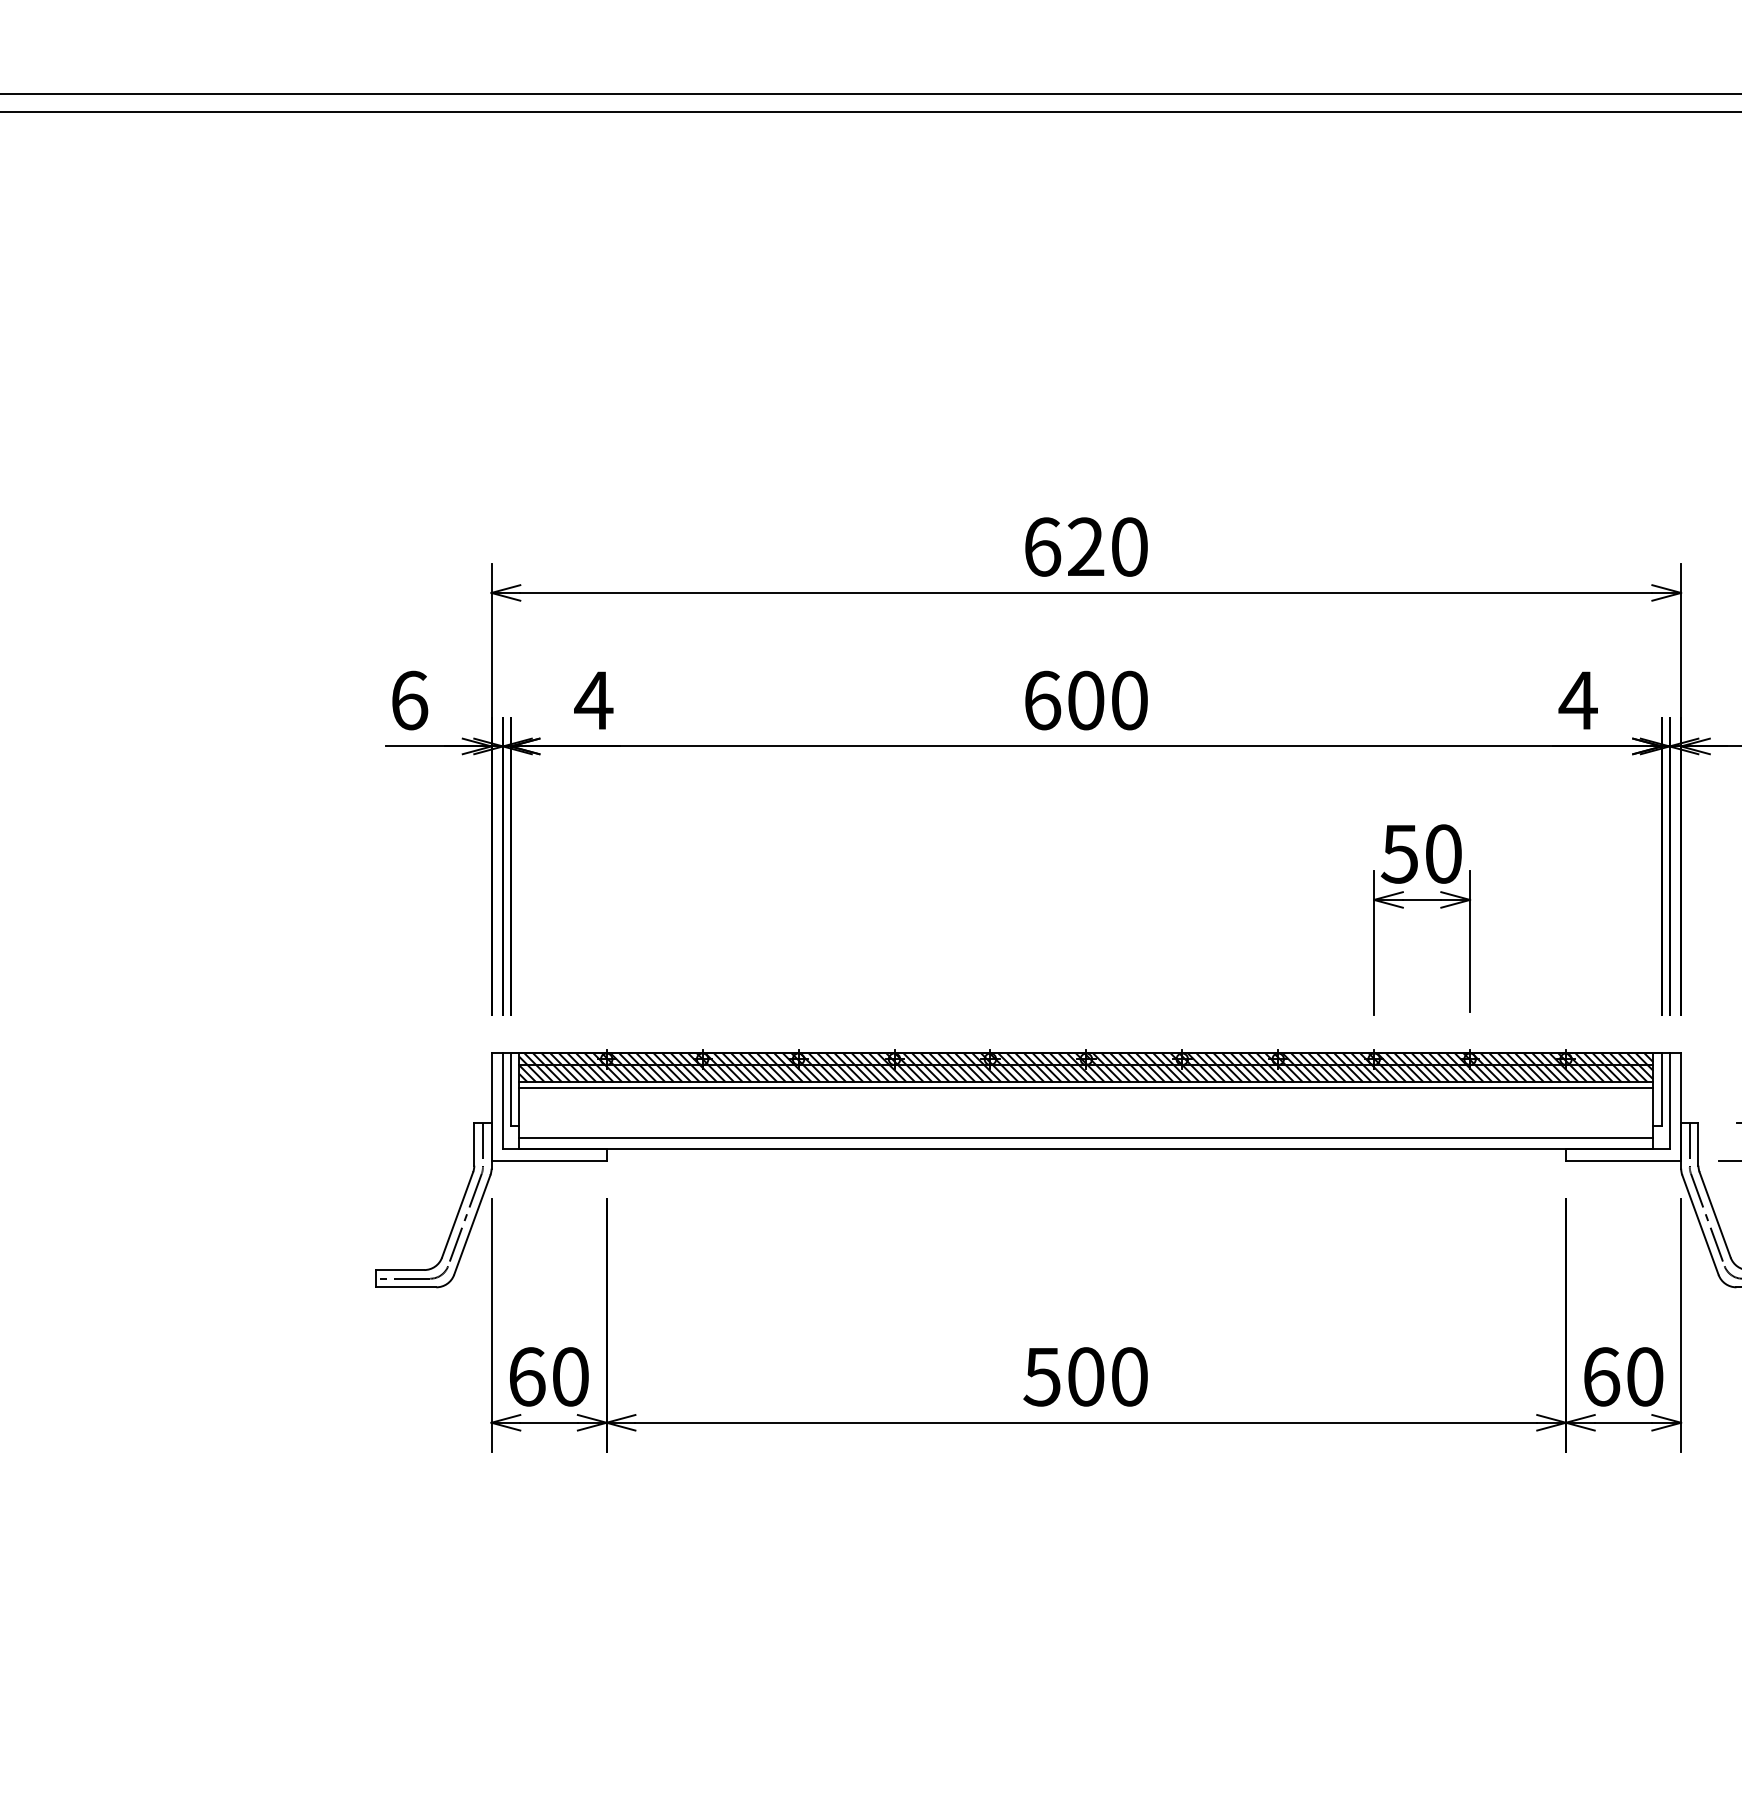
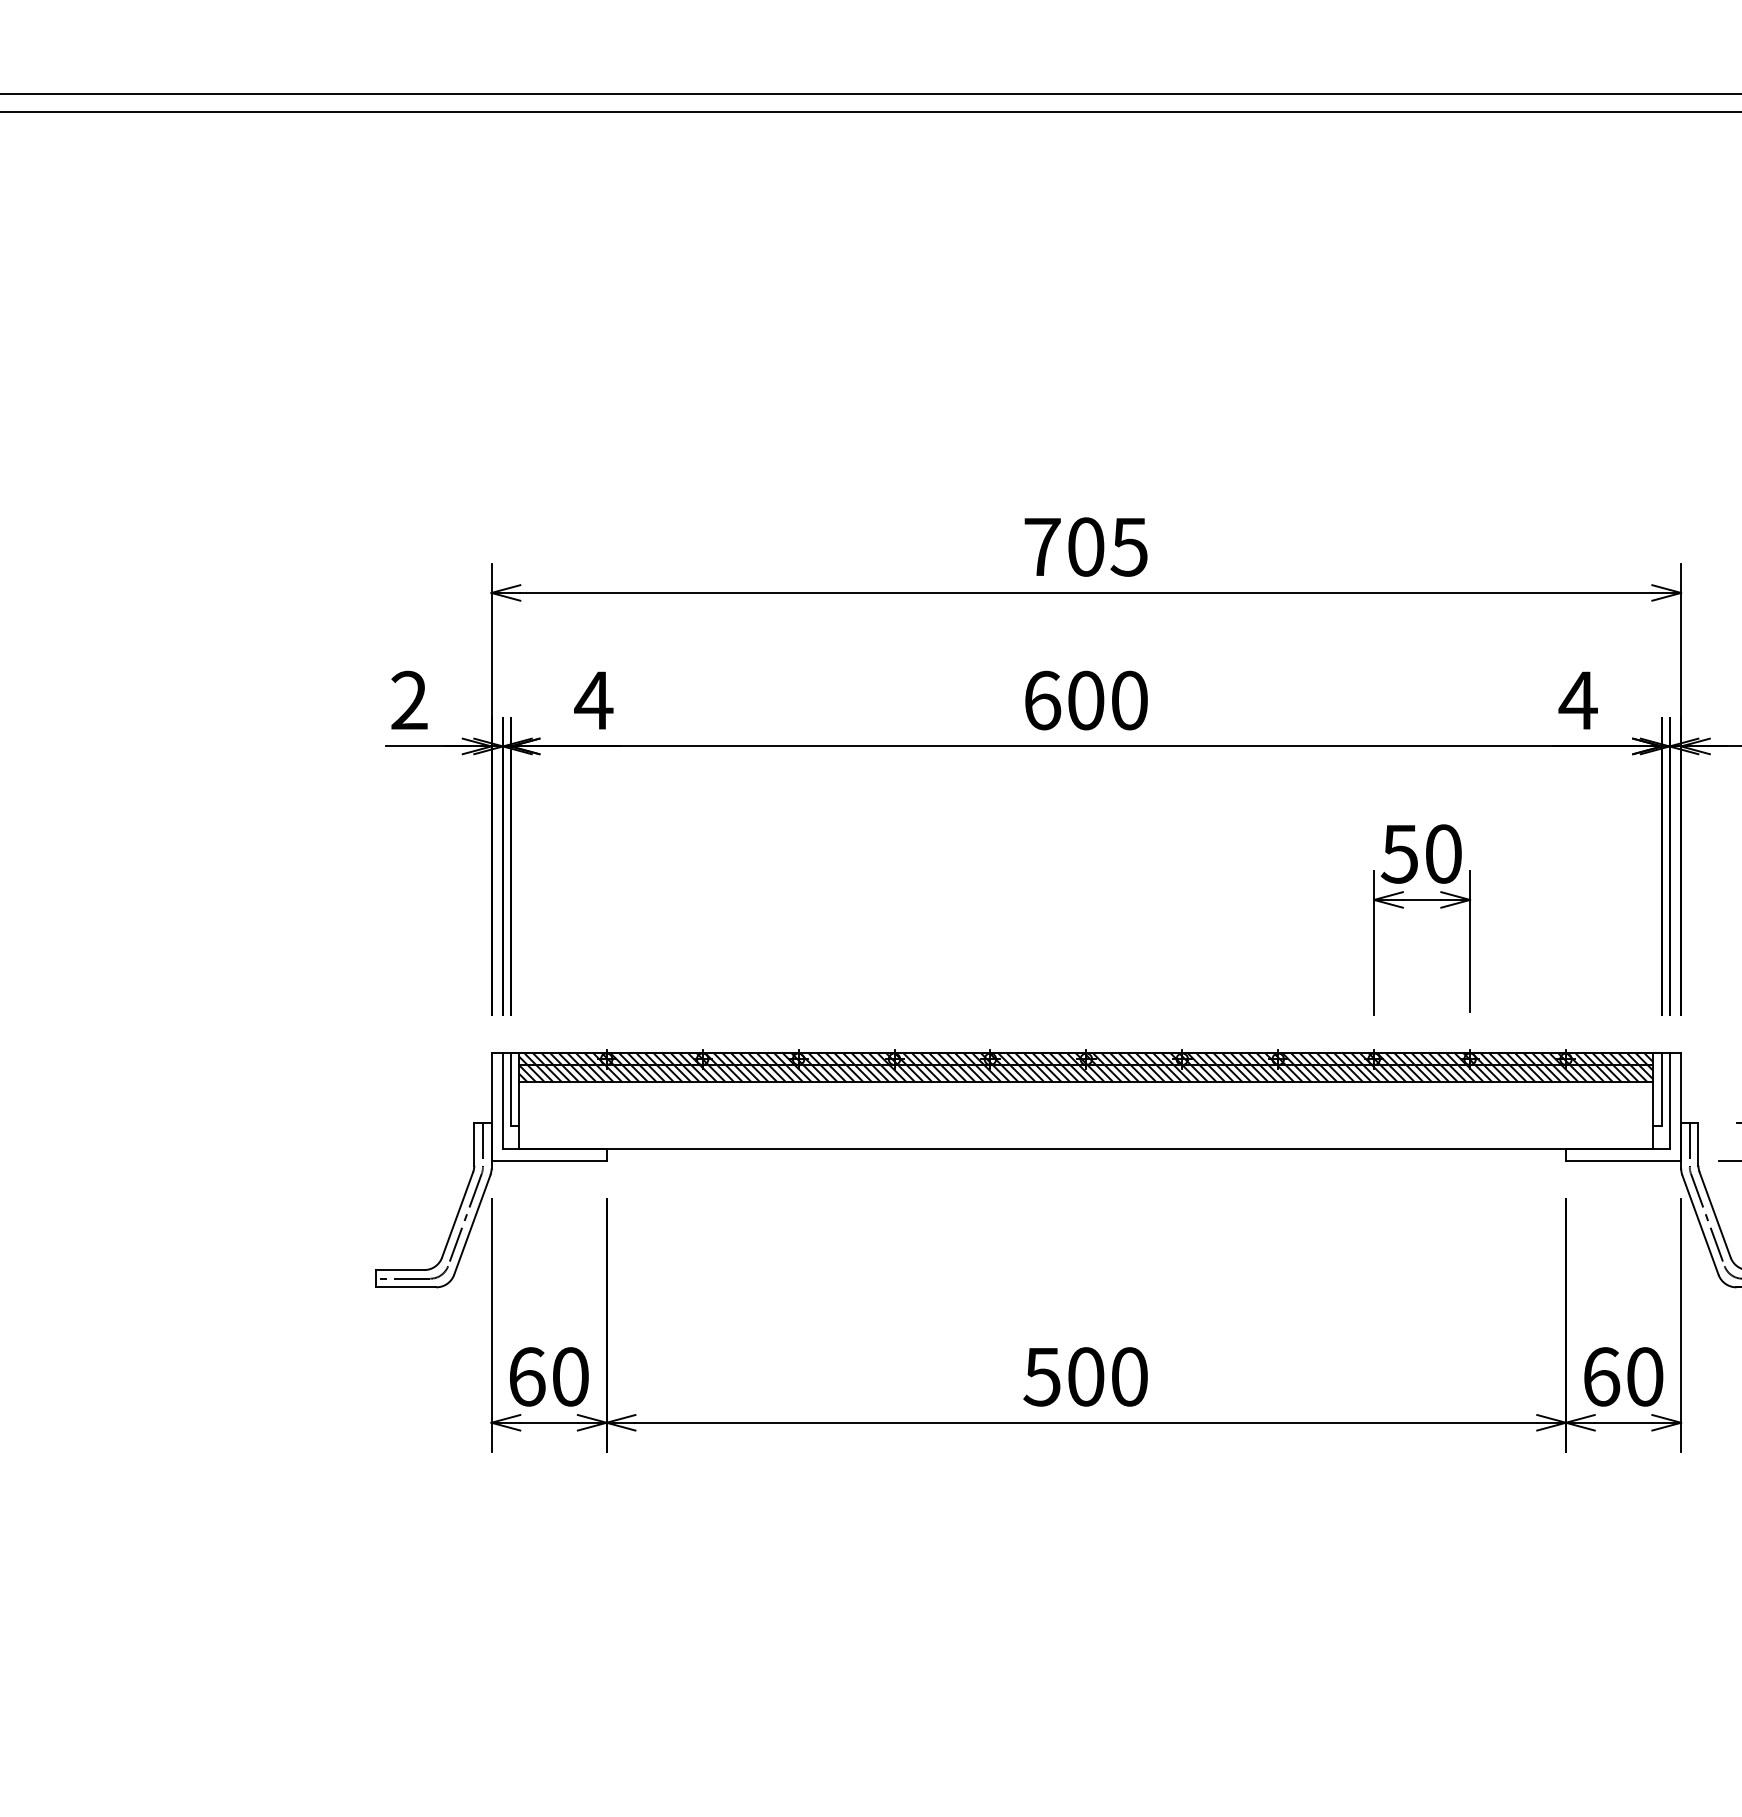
text at (1085, 546): 620 -> 705
text at (409, 700): 6 -> 2
line at (1086, 1088): present -> none
line at (1086, 1137): present -> none
